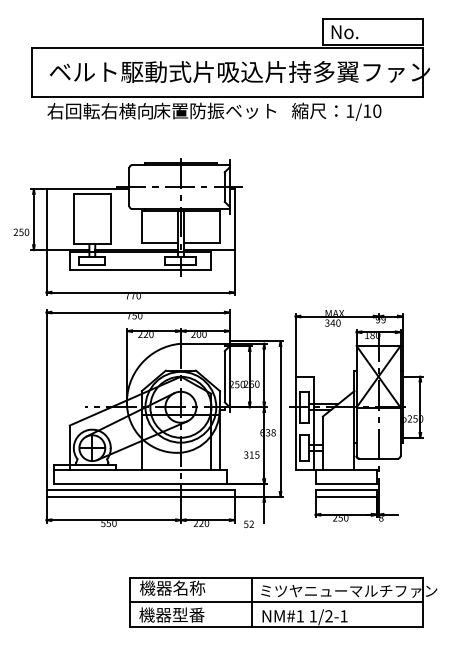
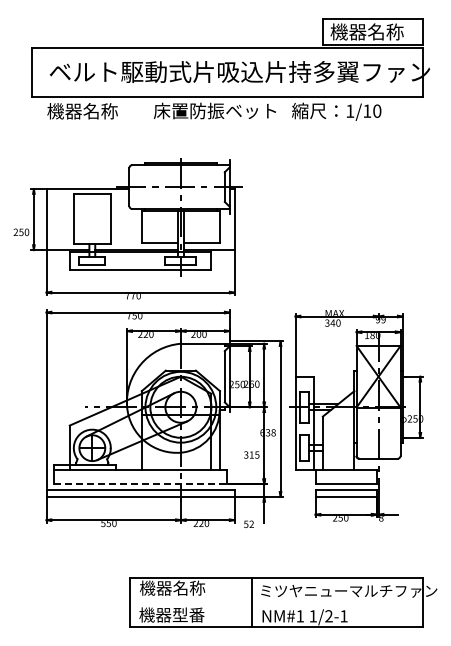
text at (366, 31): No. -> 機器名称
text at (99, 111): 右回転右横向 -> 機器名称
line at (140, 484): solid -> dashed
line at (275, 602): present -> none
